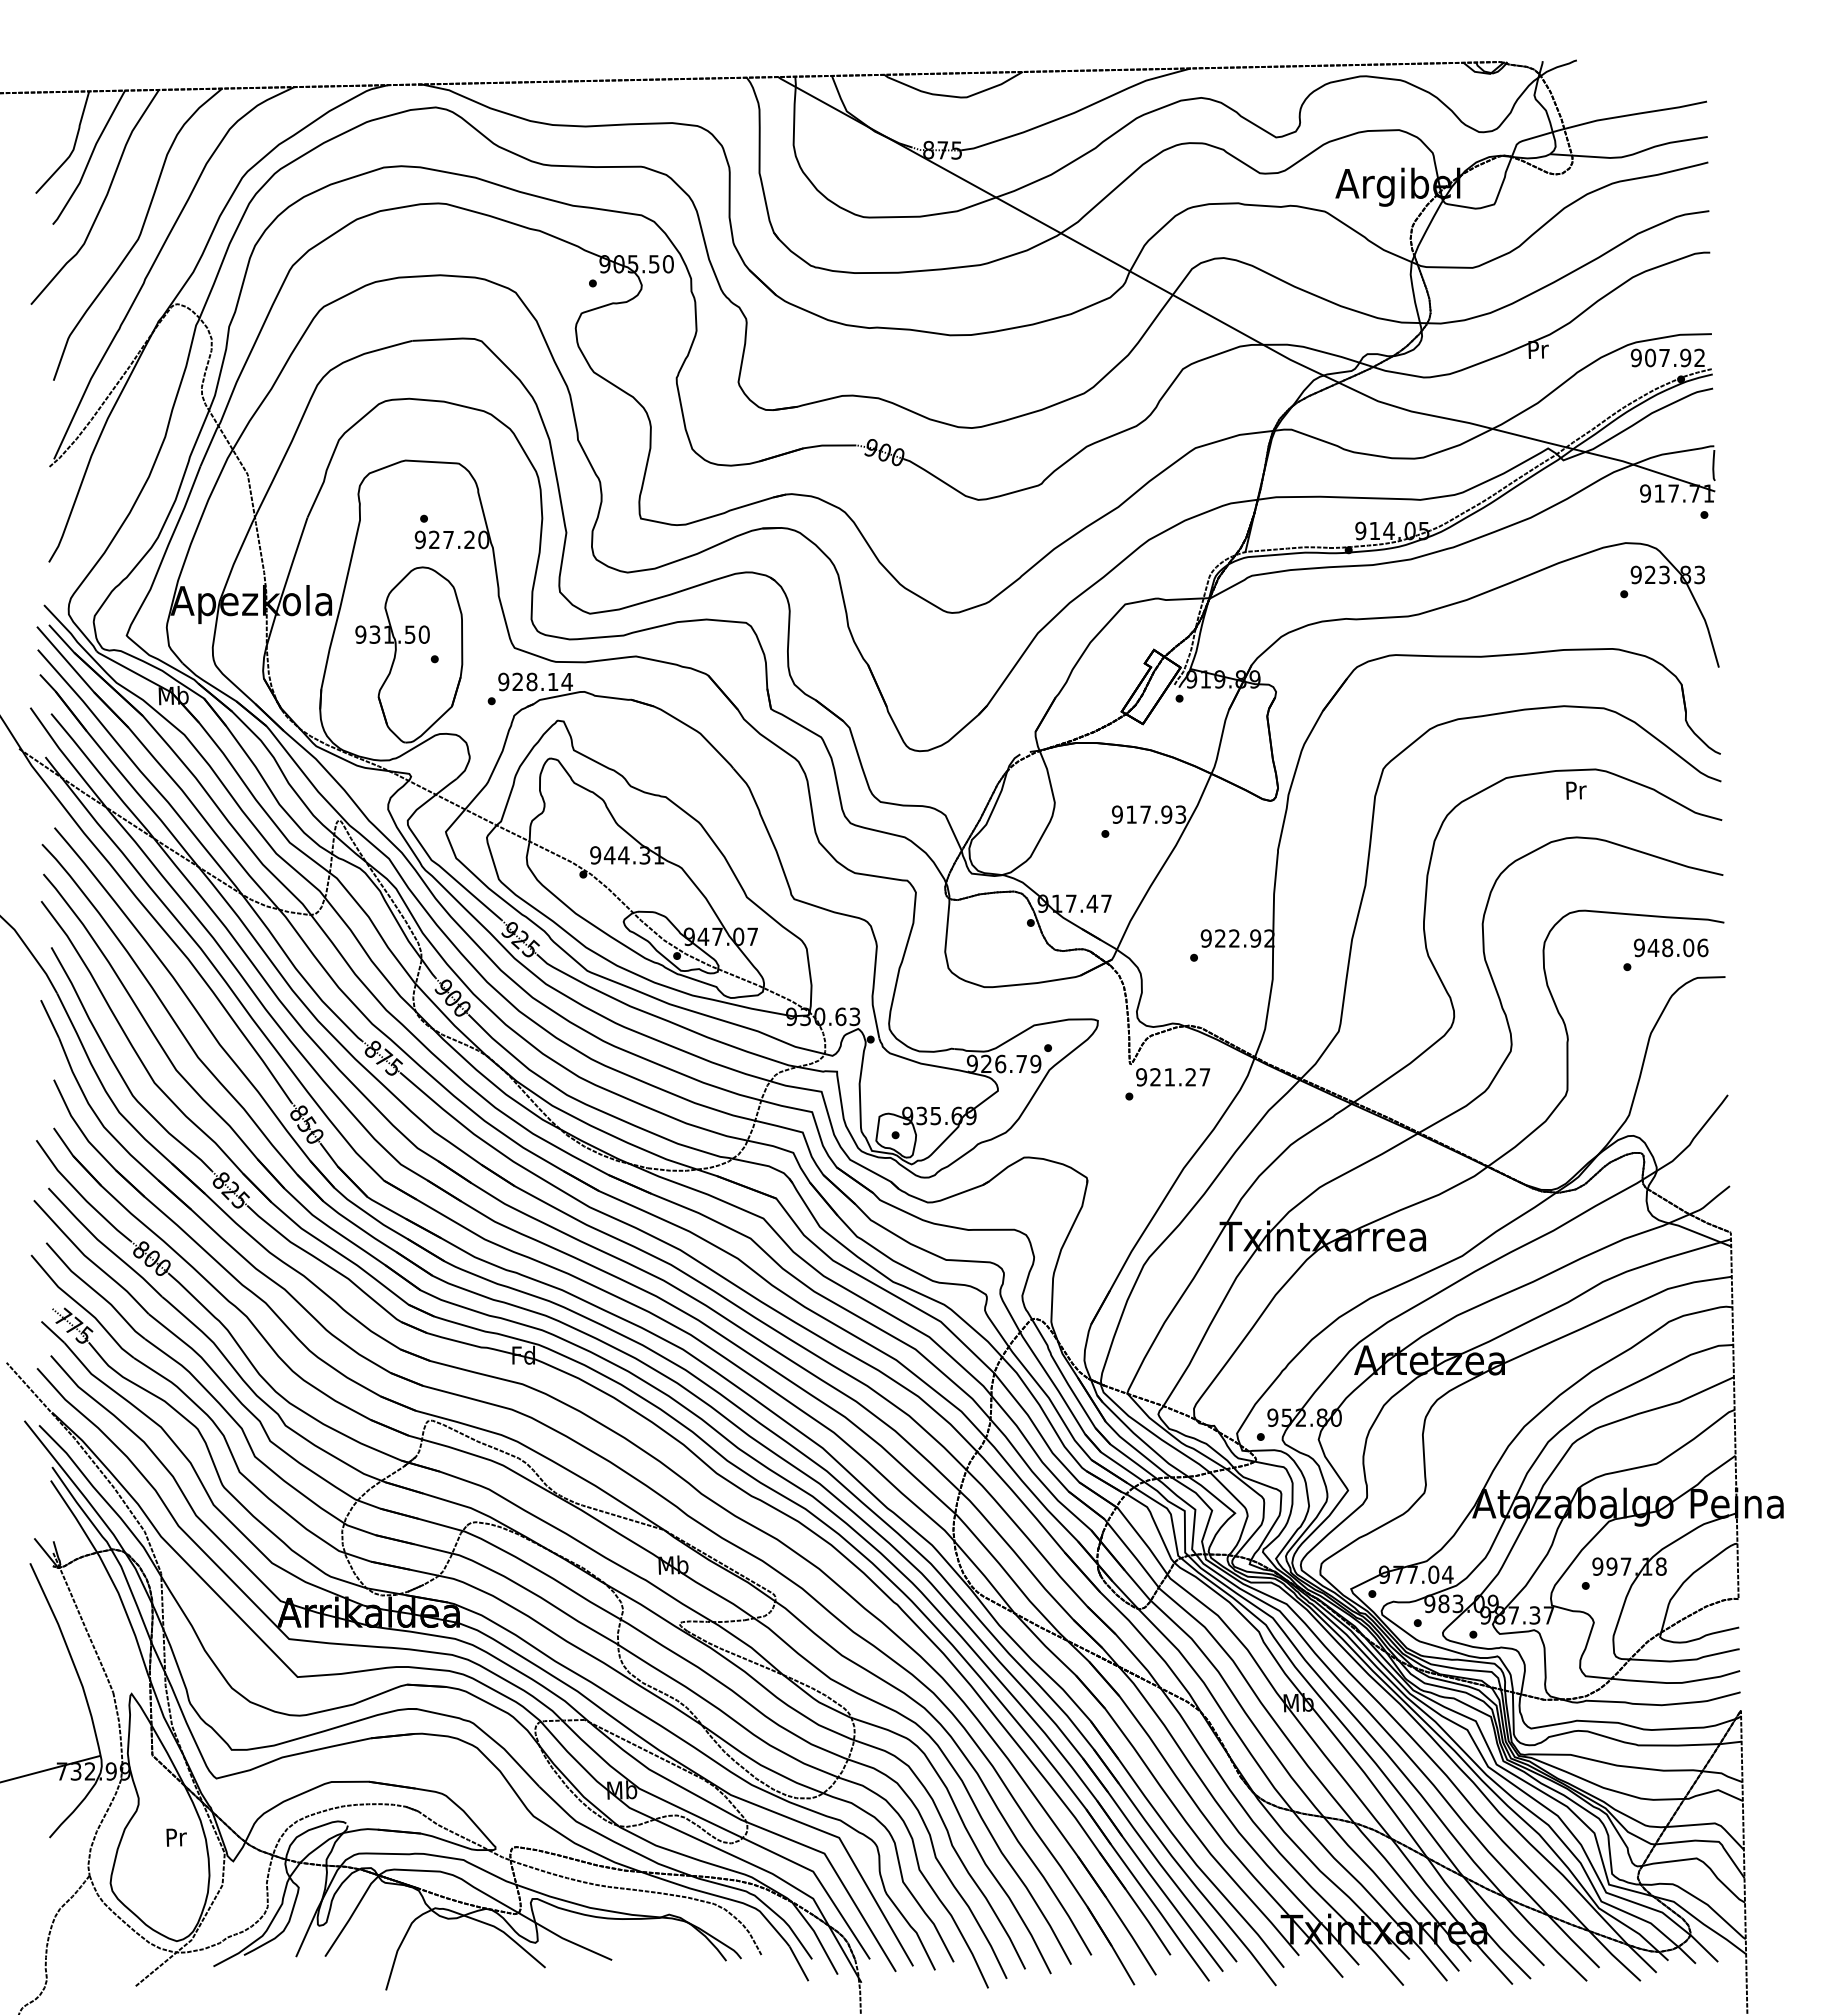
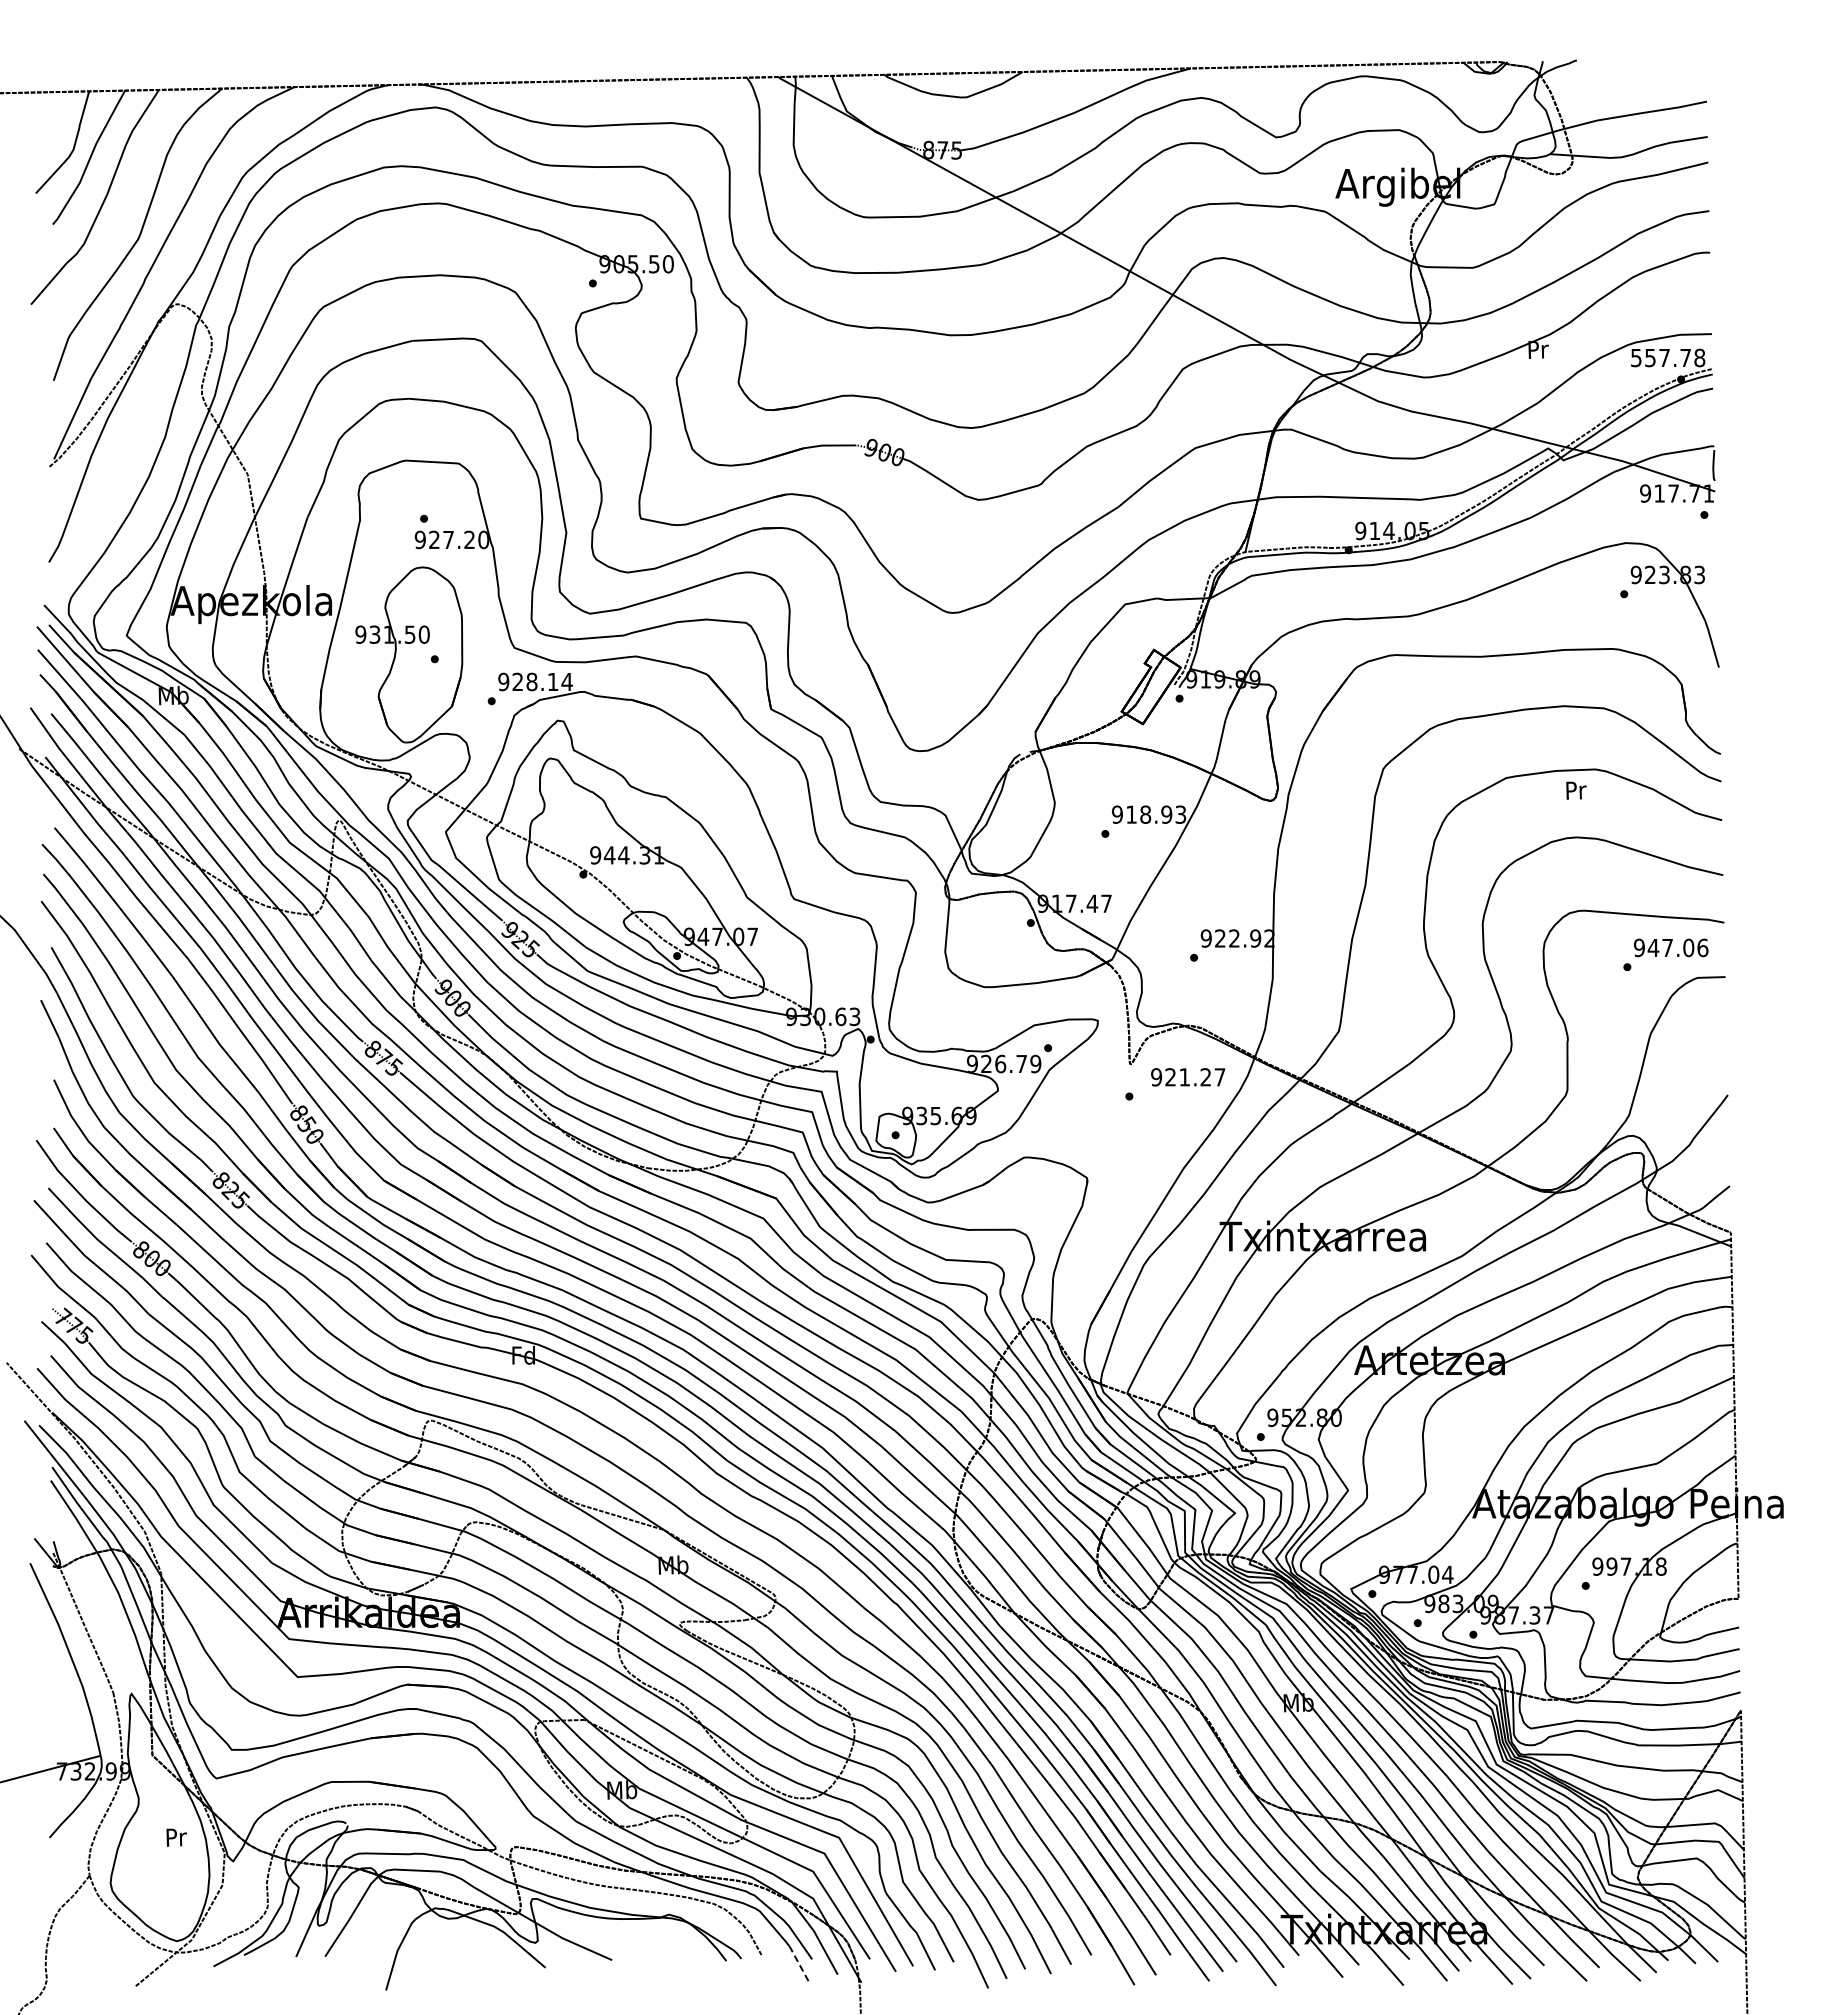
text at (1667, 357): 907.92 -> 557.78
text at (1145, 814): 917.93 -> 918.93
text at (1667, 947): 948.06 -> 947.06
text at (1173, 1077) position: (1173, 1077) -> (1188, 1077)
line at (799, 1963): solid -> dashed
